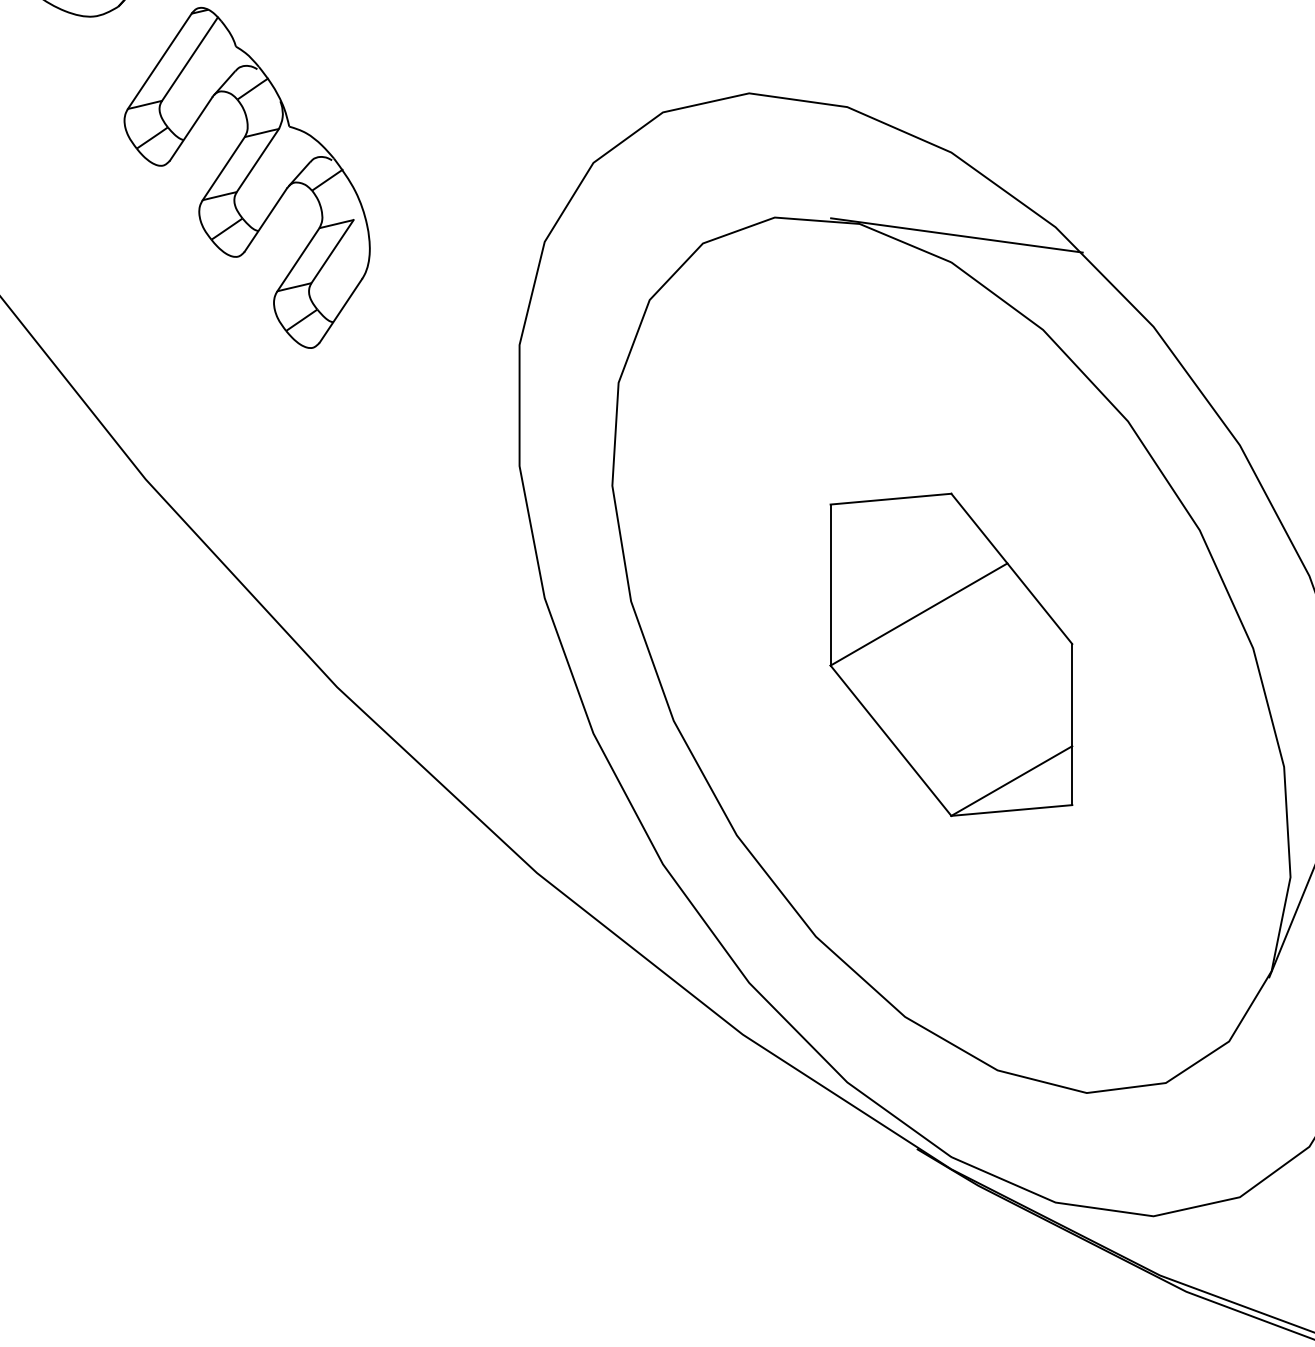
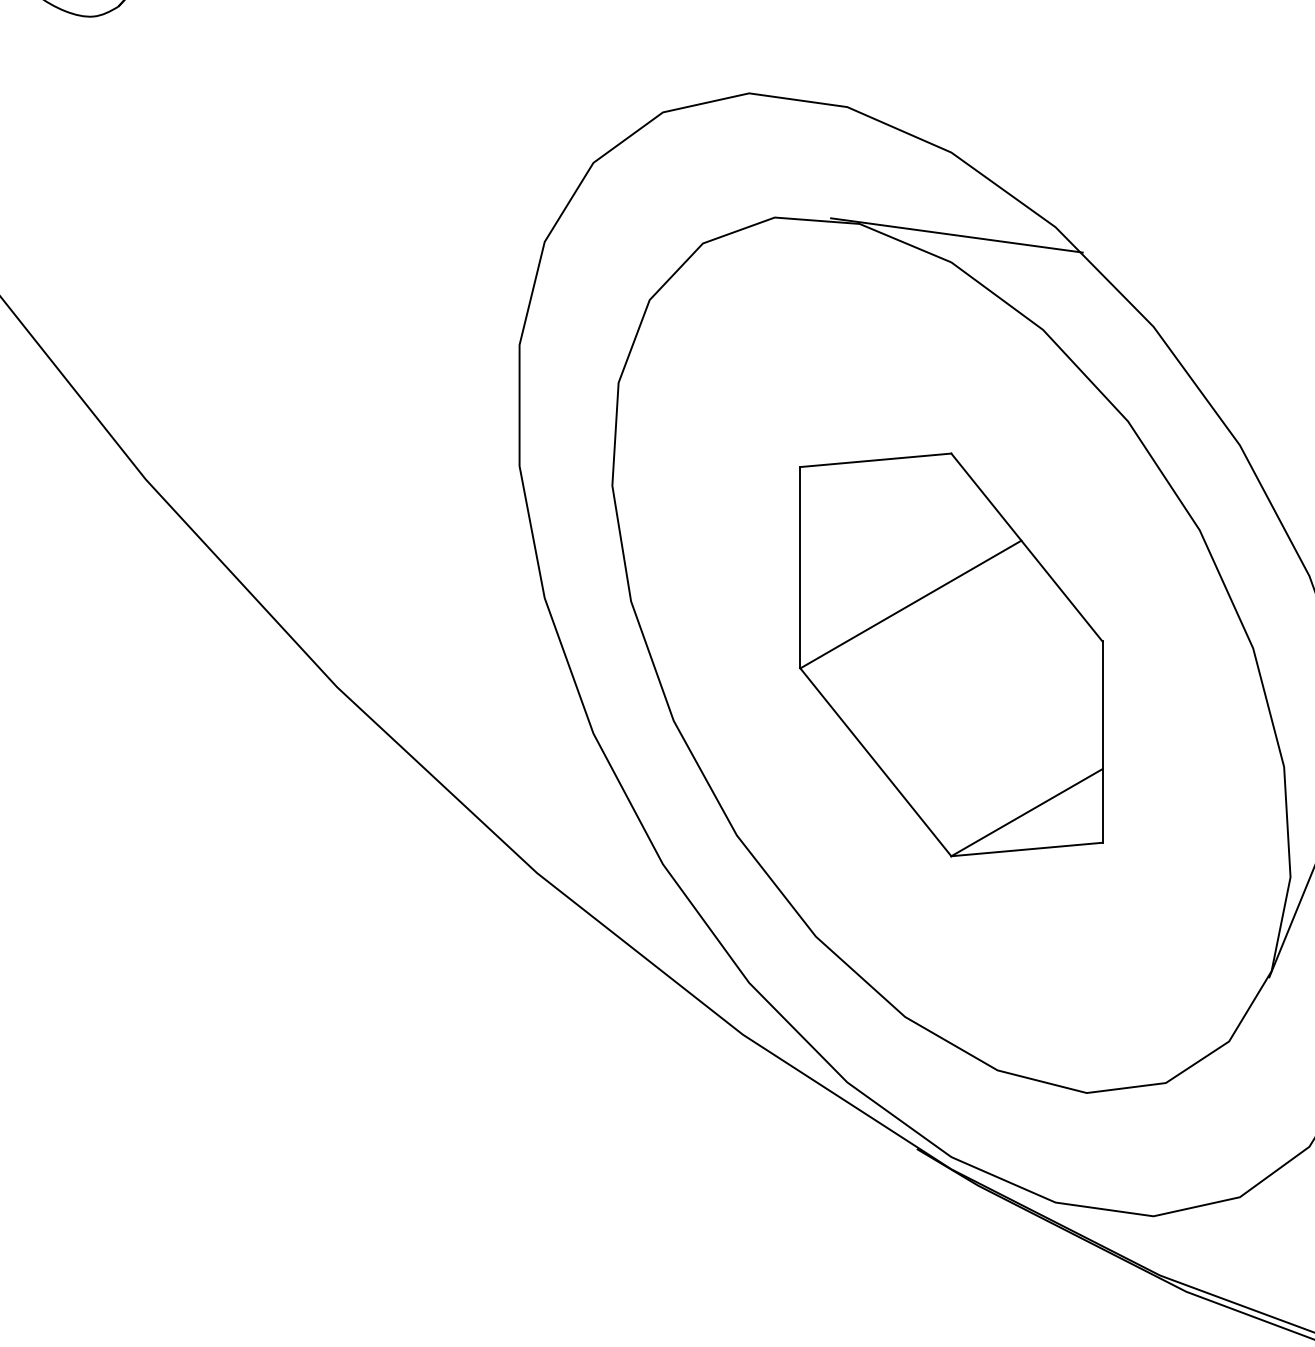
part at (246, 177): present -> none
part at (951, 654) size: 245x325 px -> 305x406 px
